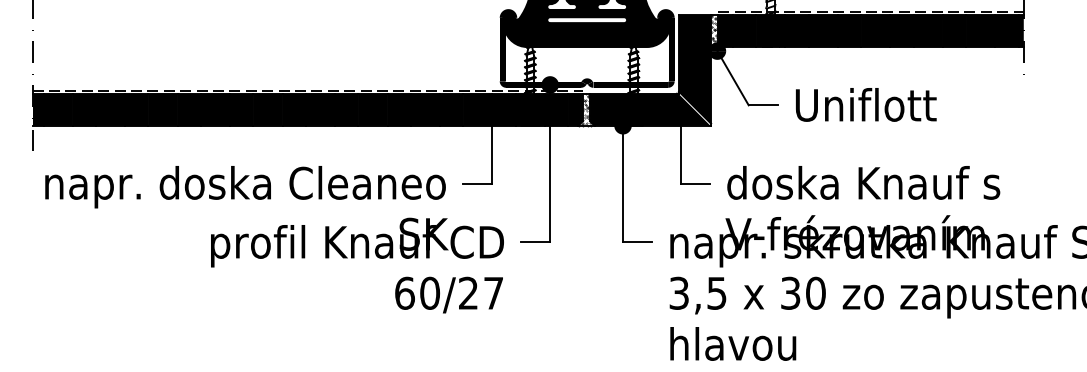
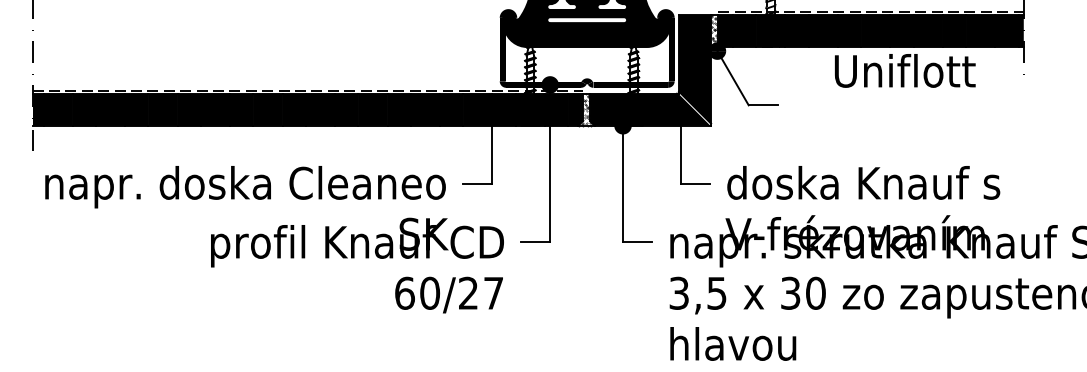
text at (866, 104) position: (866, 104) -> (905, 70)
